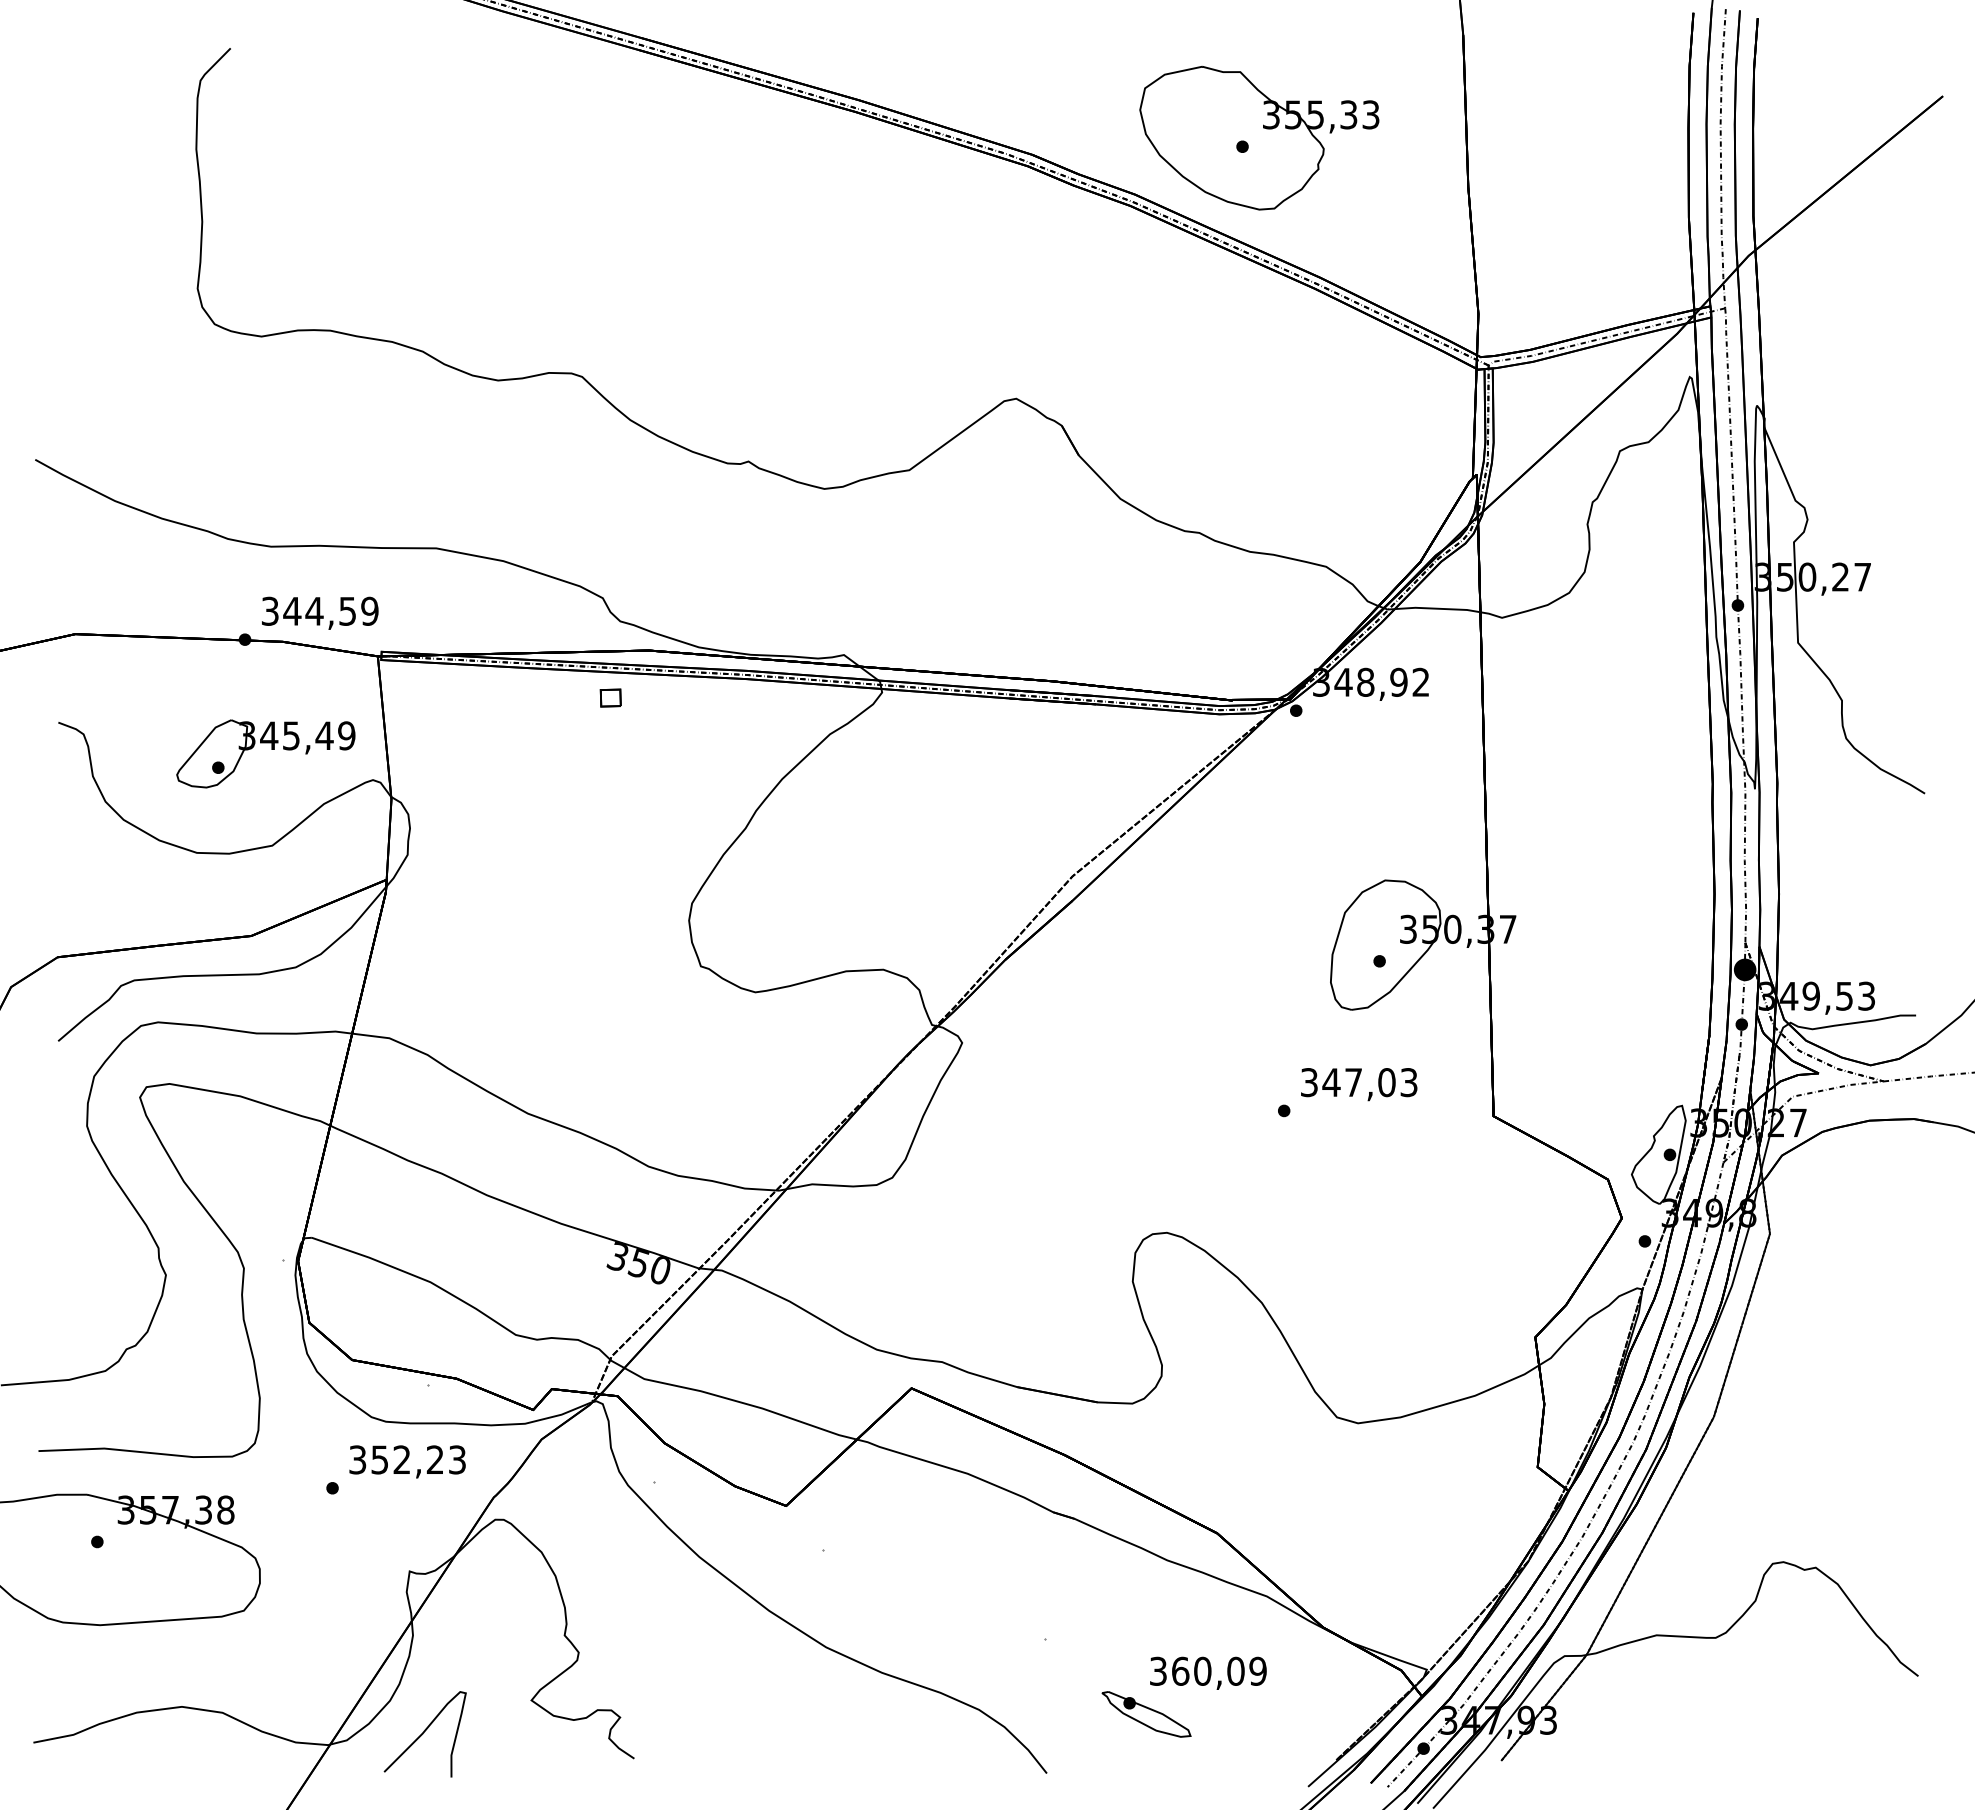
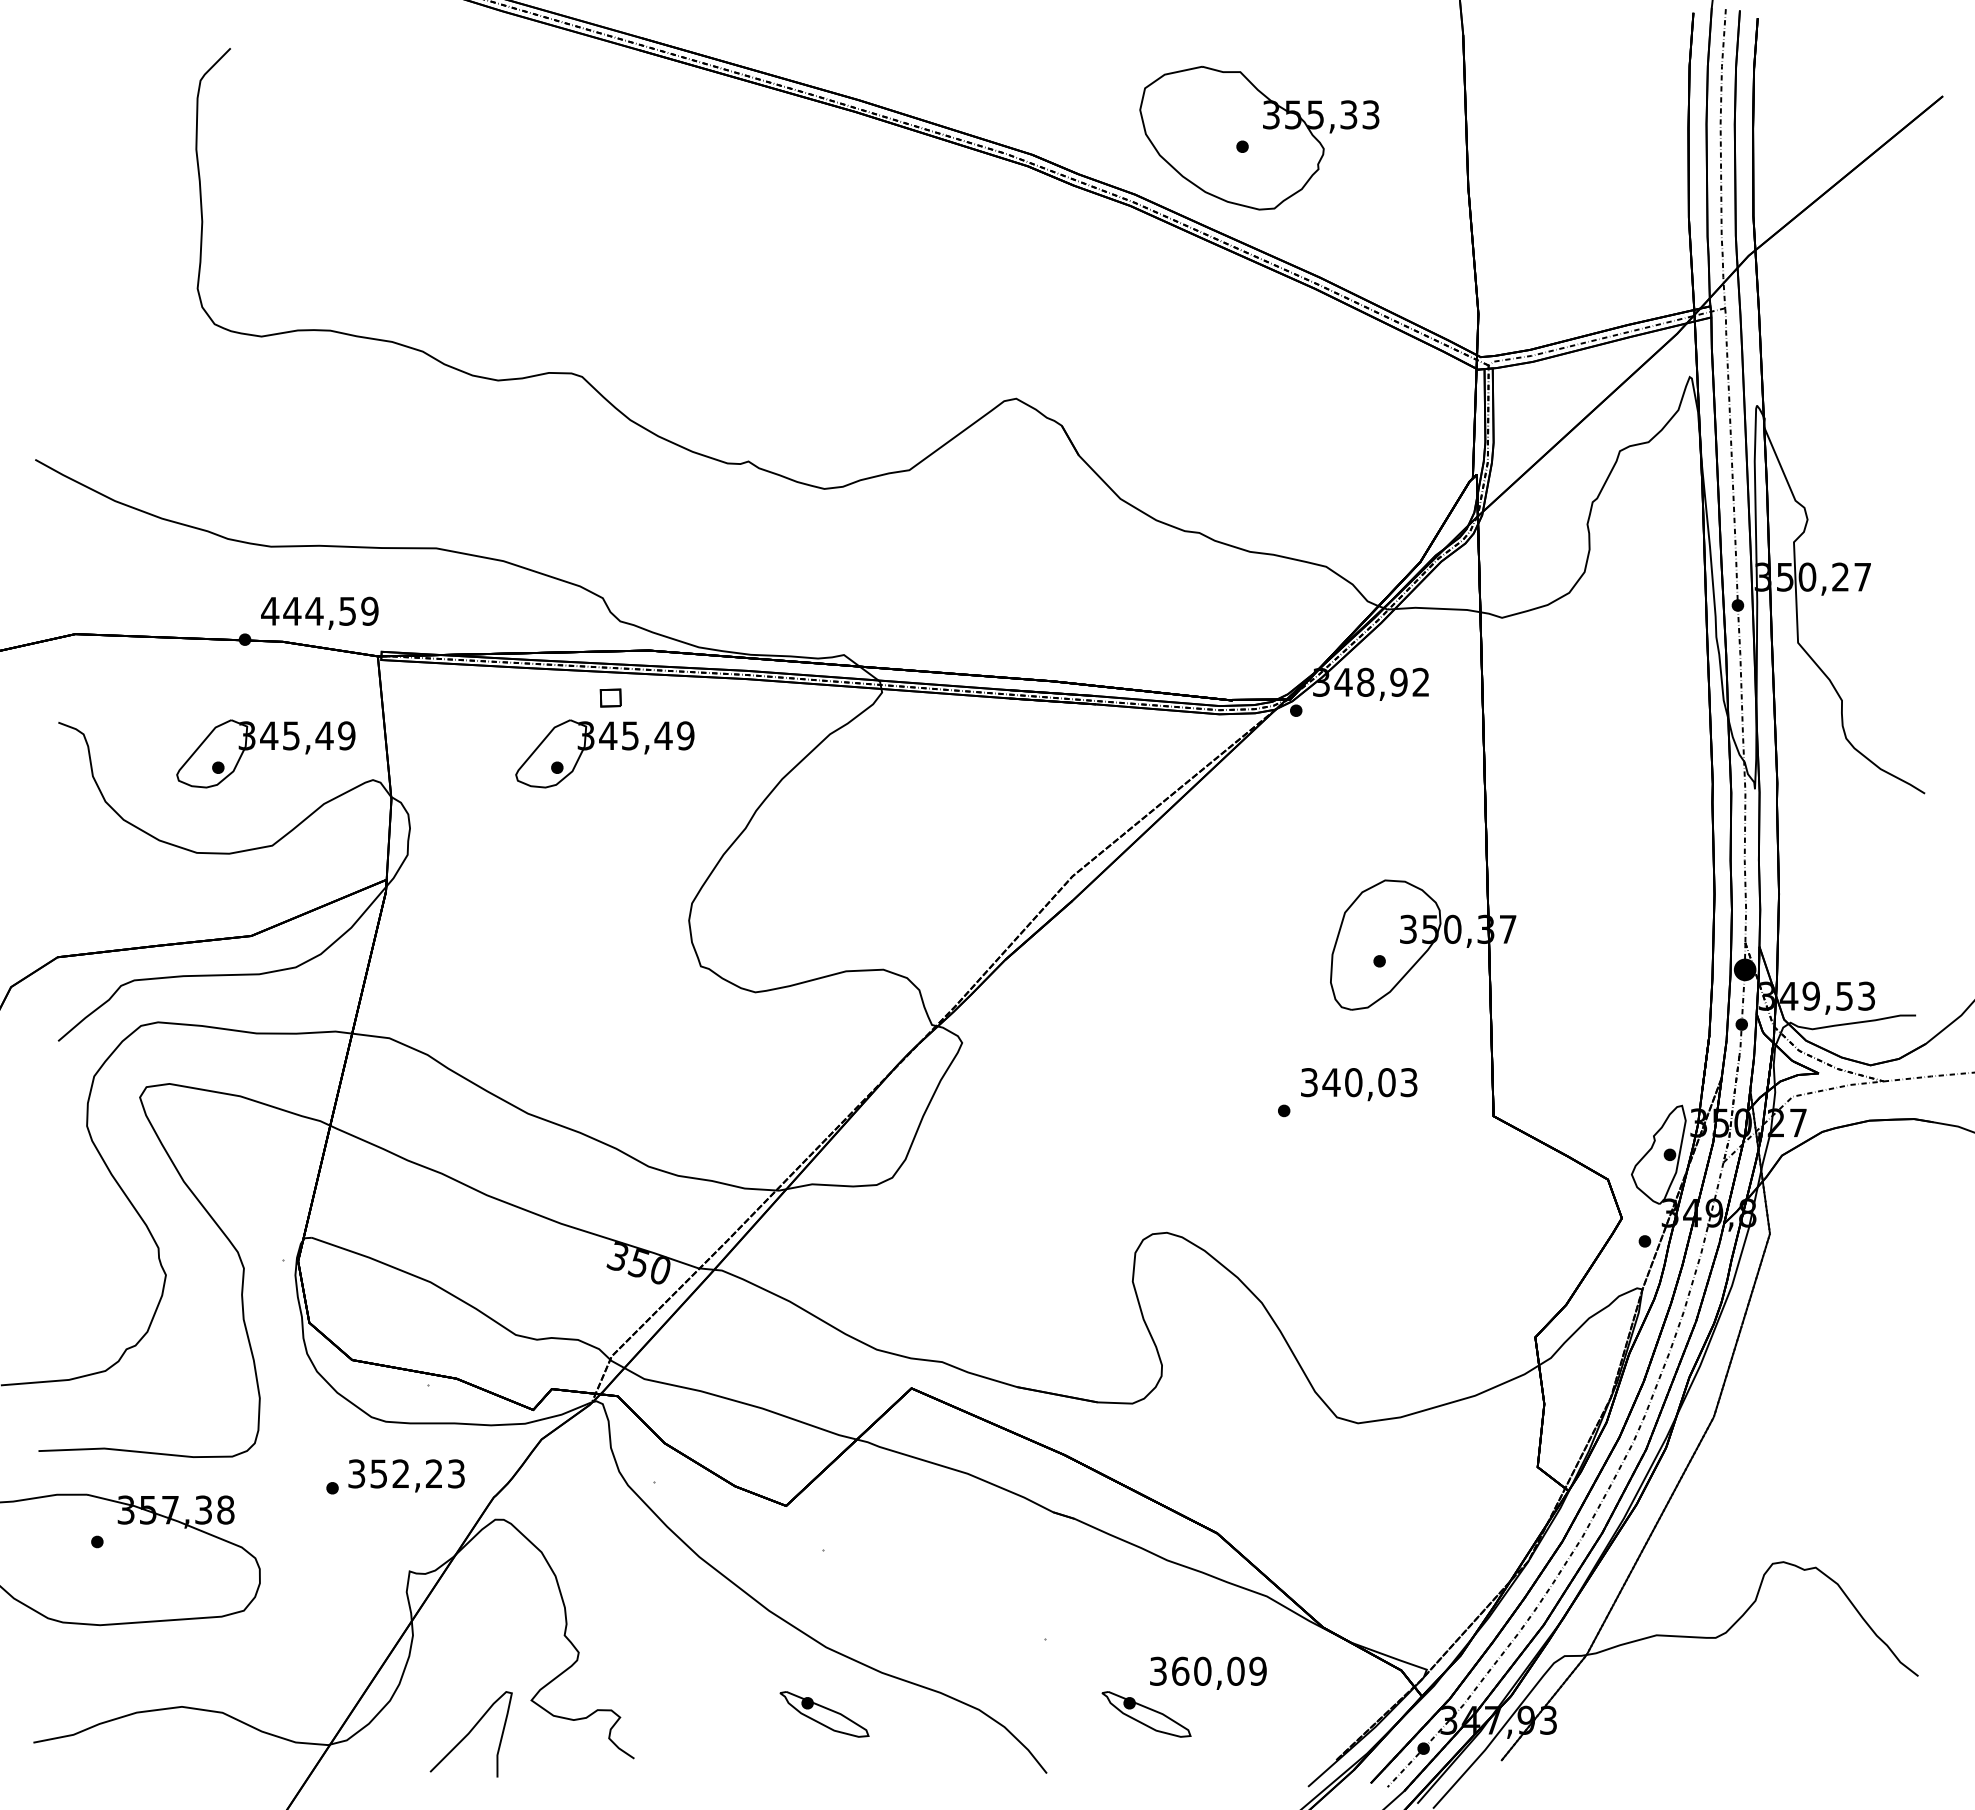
text at (270, 610): 344,59 -> 444,59
part at (610, 749): none -> present
text at (1353, 1082): 347,03 -> 340,03
text at (407, 1461) position: (407, 1461) -> (406, 1475)
part at (824, 1714): none -> present
curve at (423, 1734) position: (423, 1734) -> (469, 1734)
